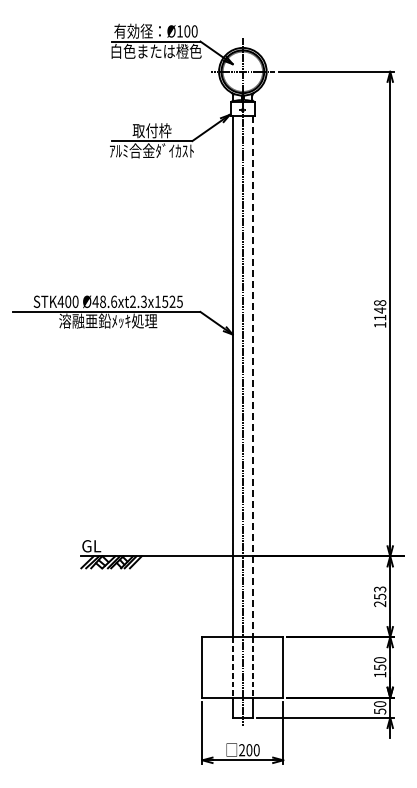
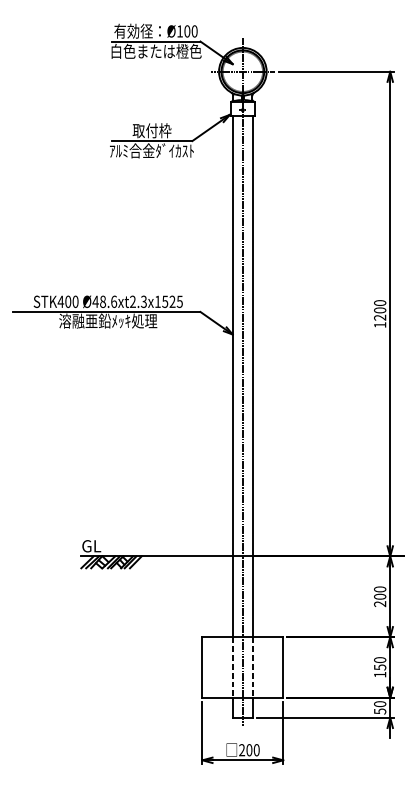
text at (380, 310): 1148 -> 1200
line at (252, 377): dashed -> solid
text at (380, 592): 253 -> 200
